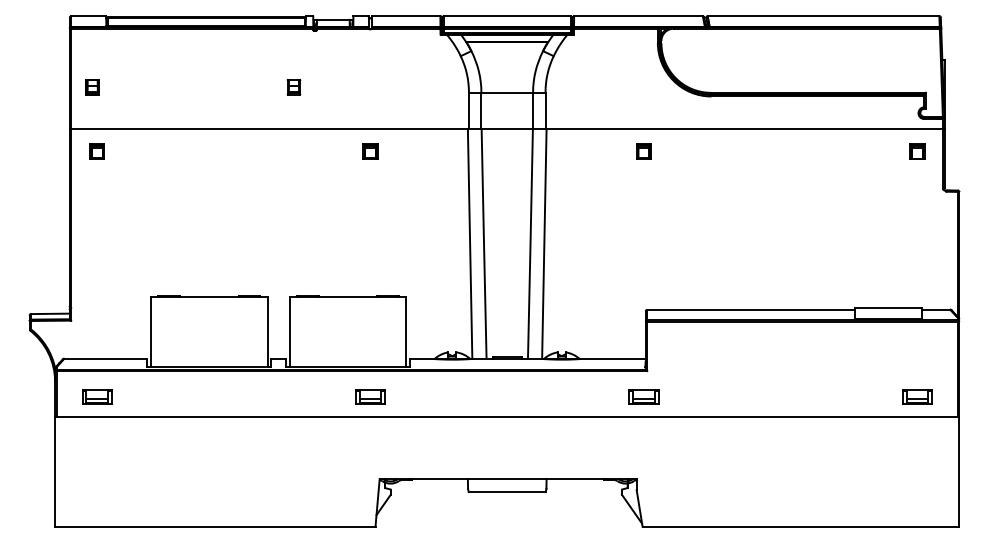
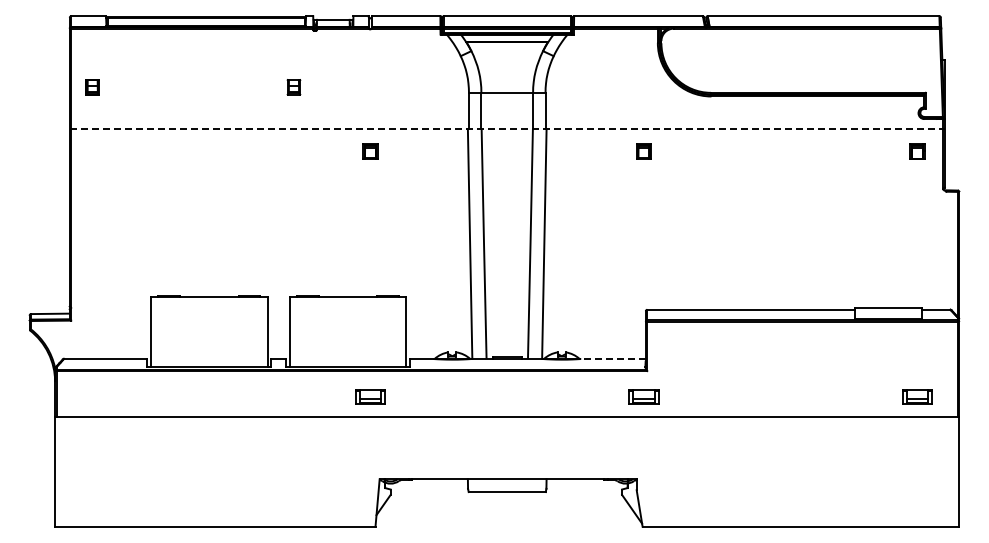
line at (507, 129): solid -> dashed
part at (96, 151): present -> none
line at (613, 359): solid -> dashed
part at (97, 396): present -> none
